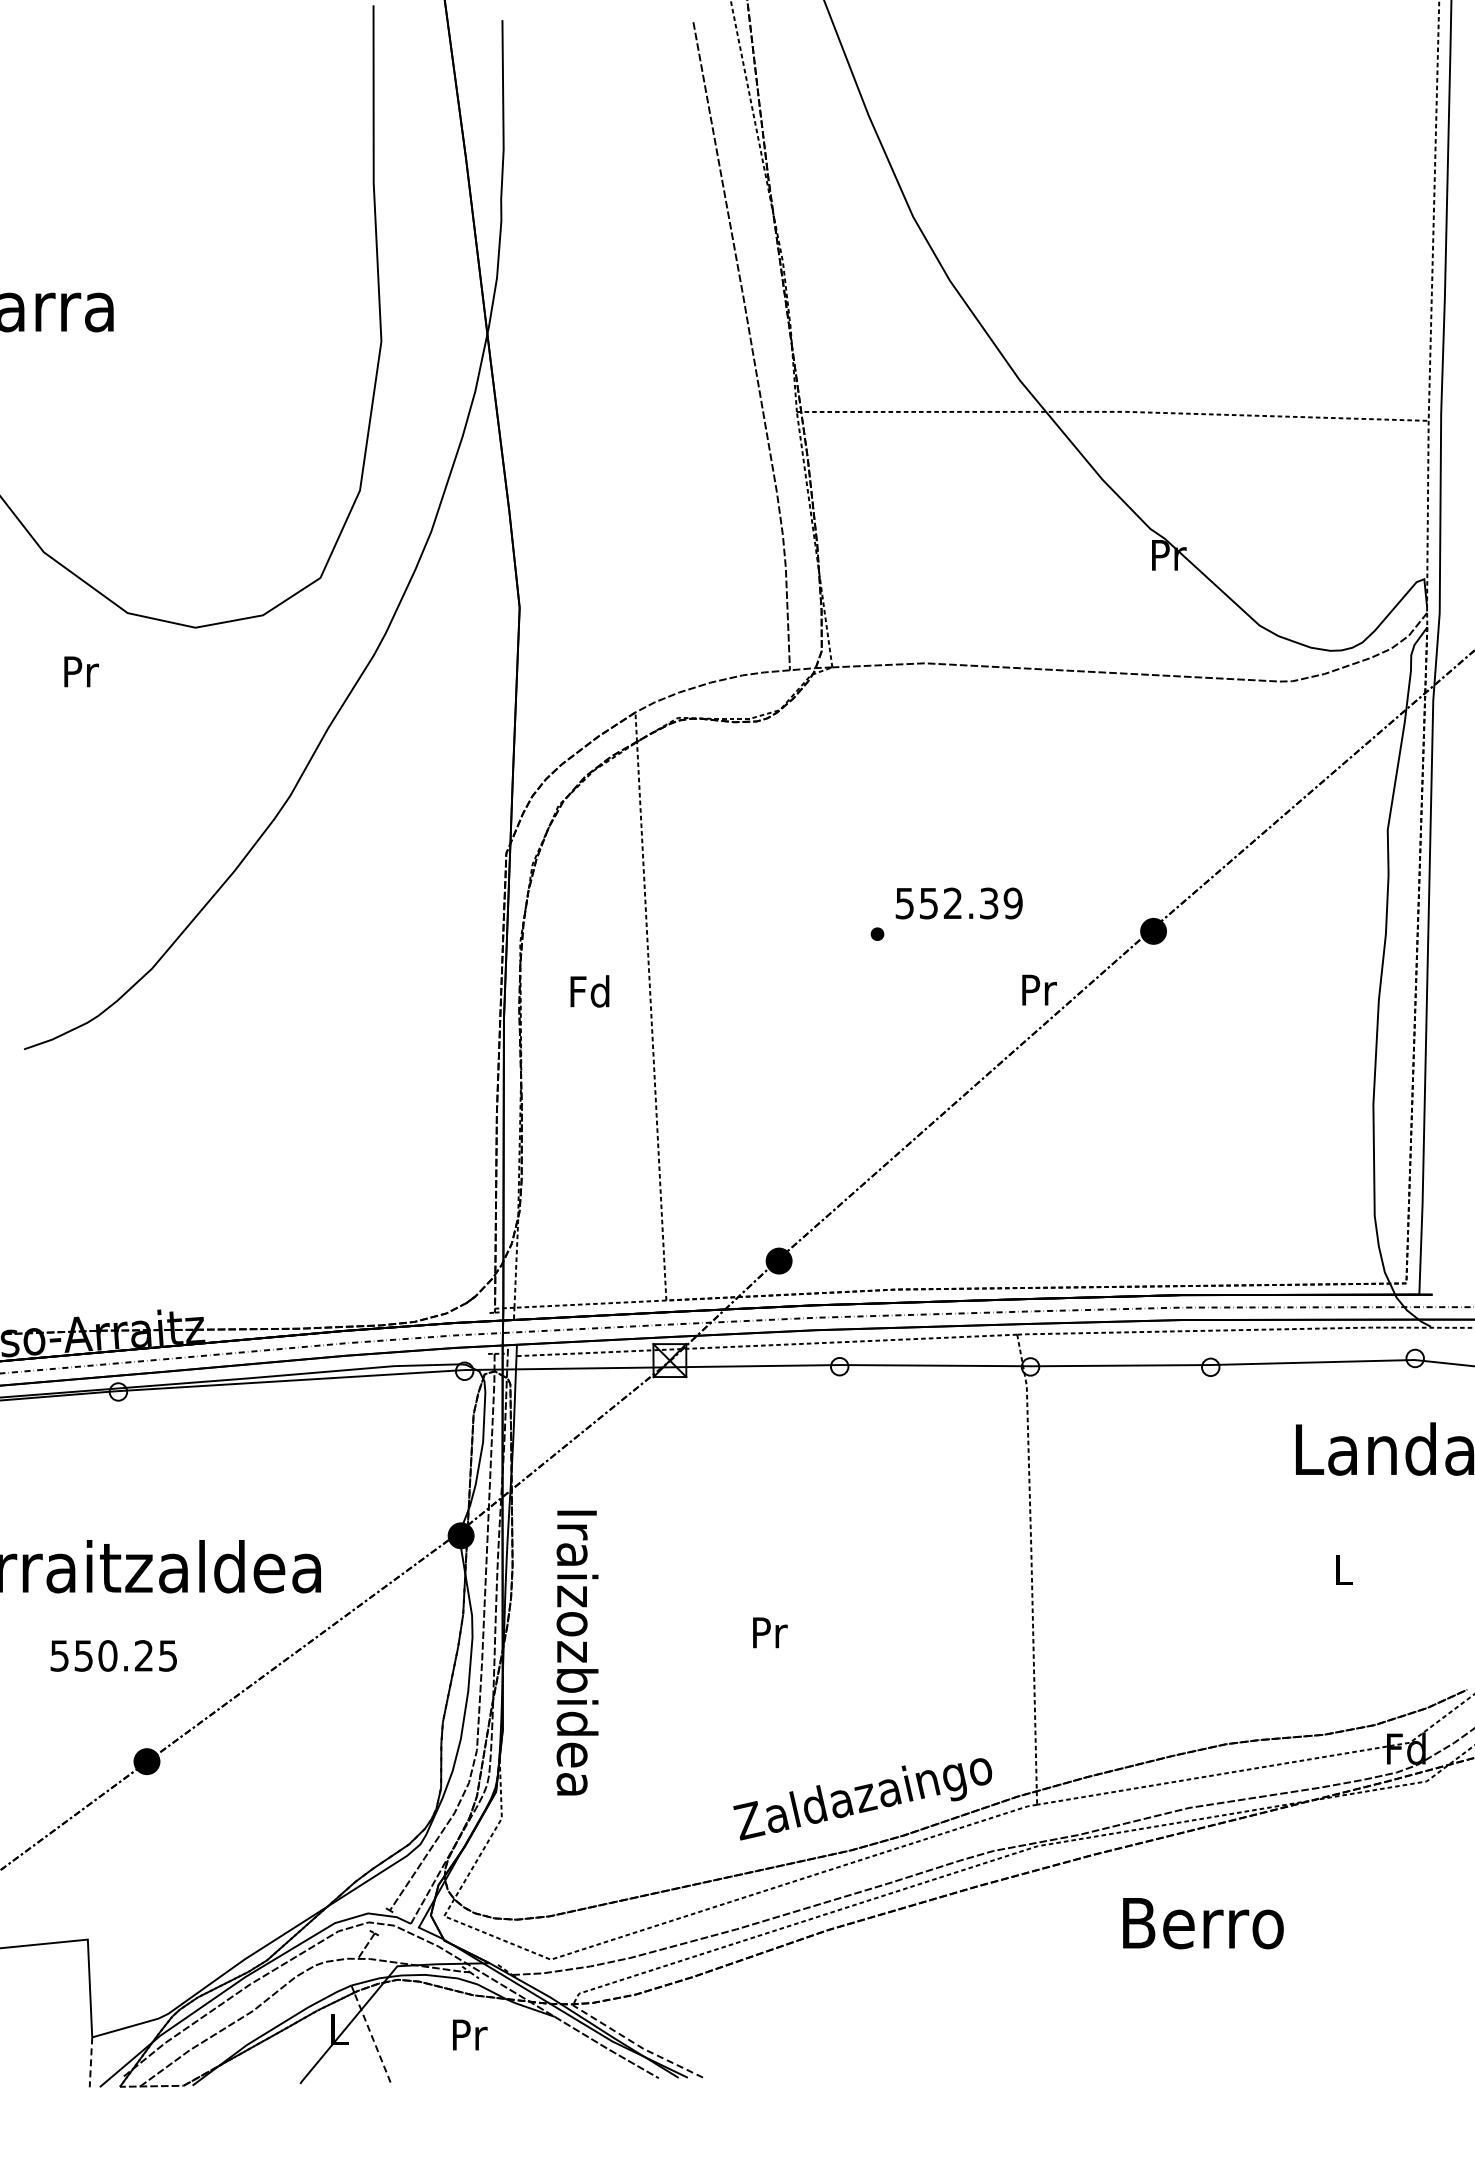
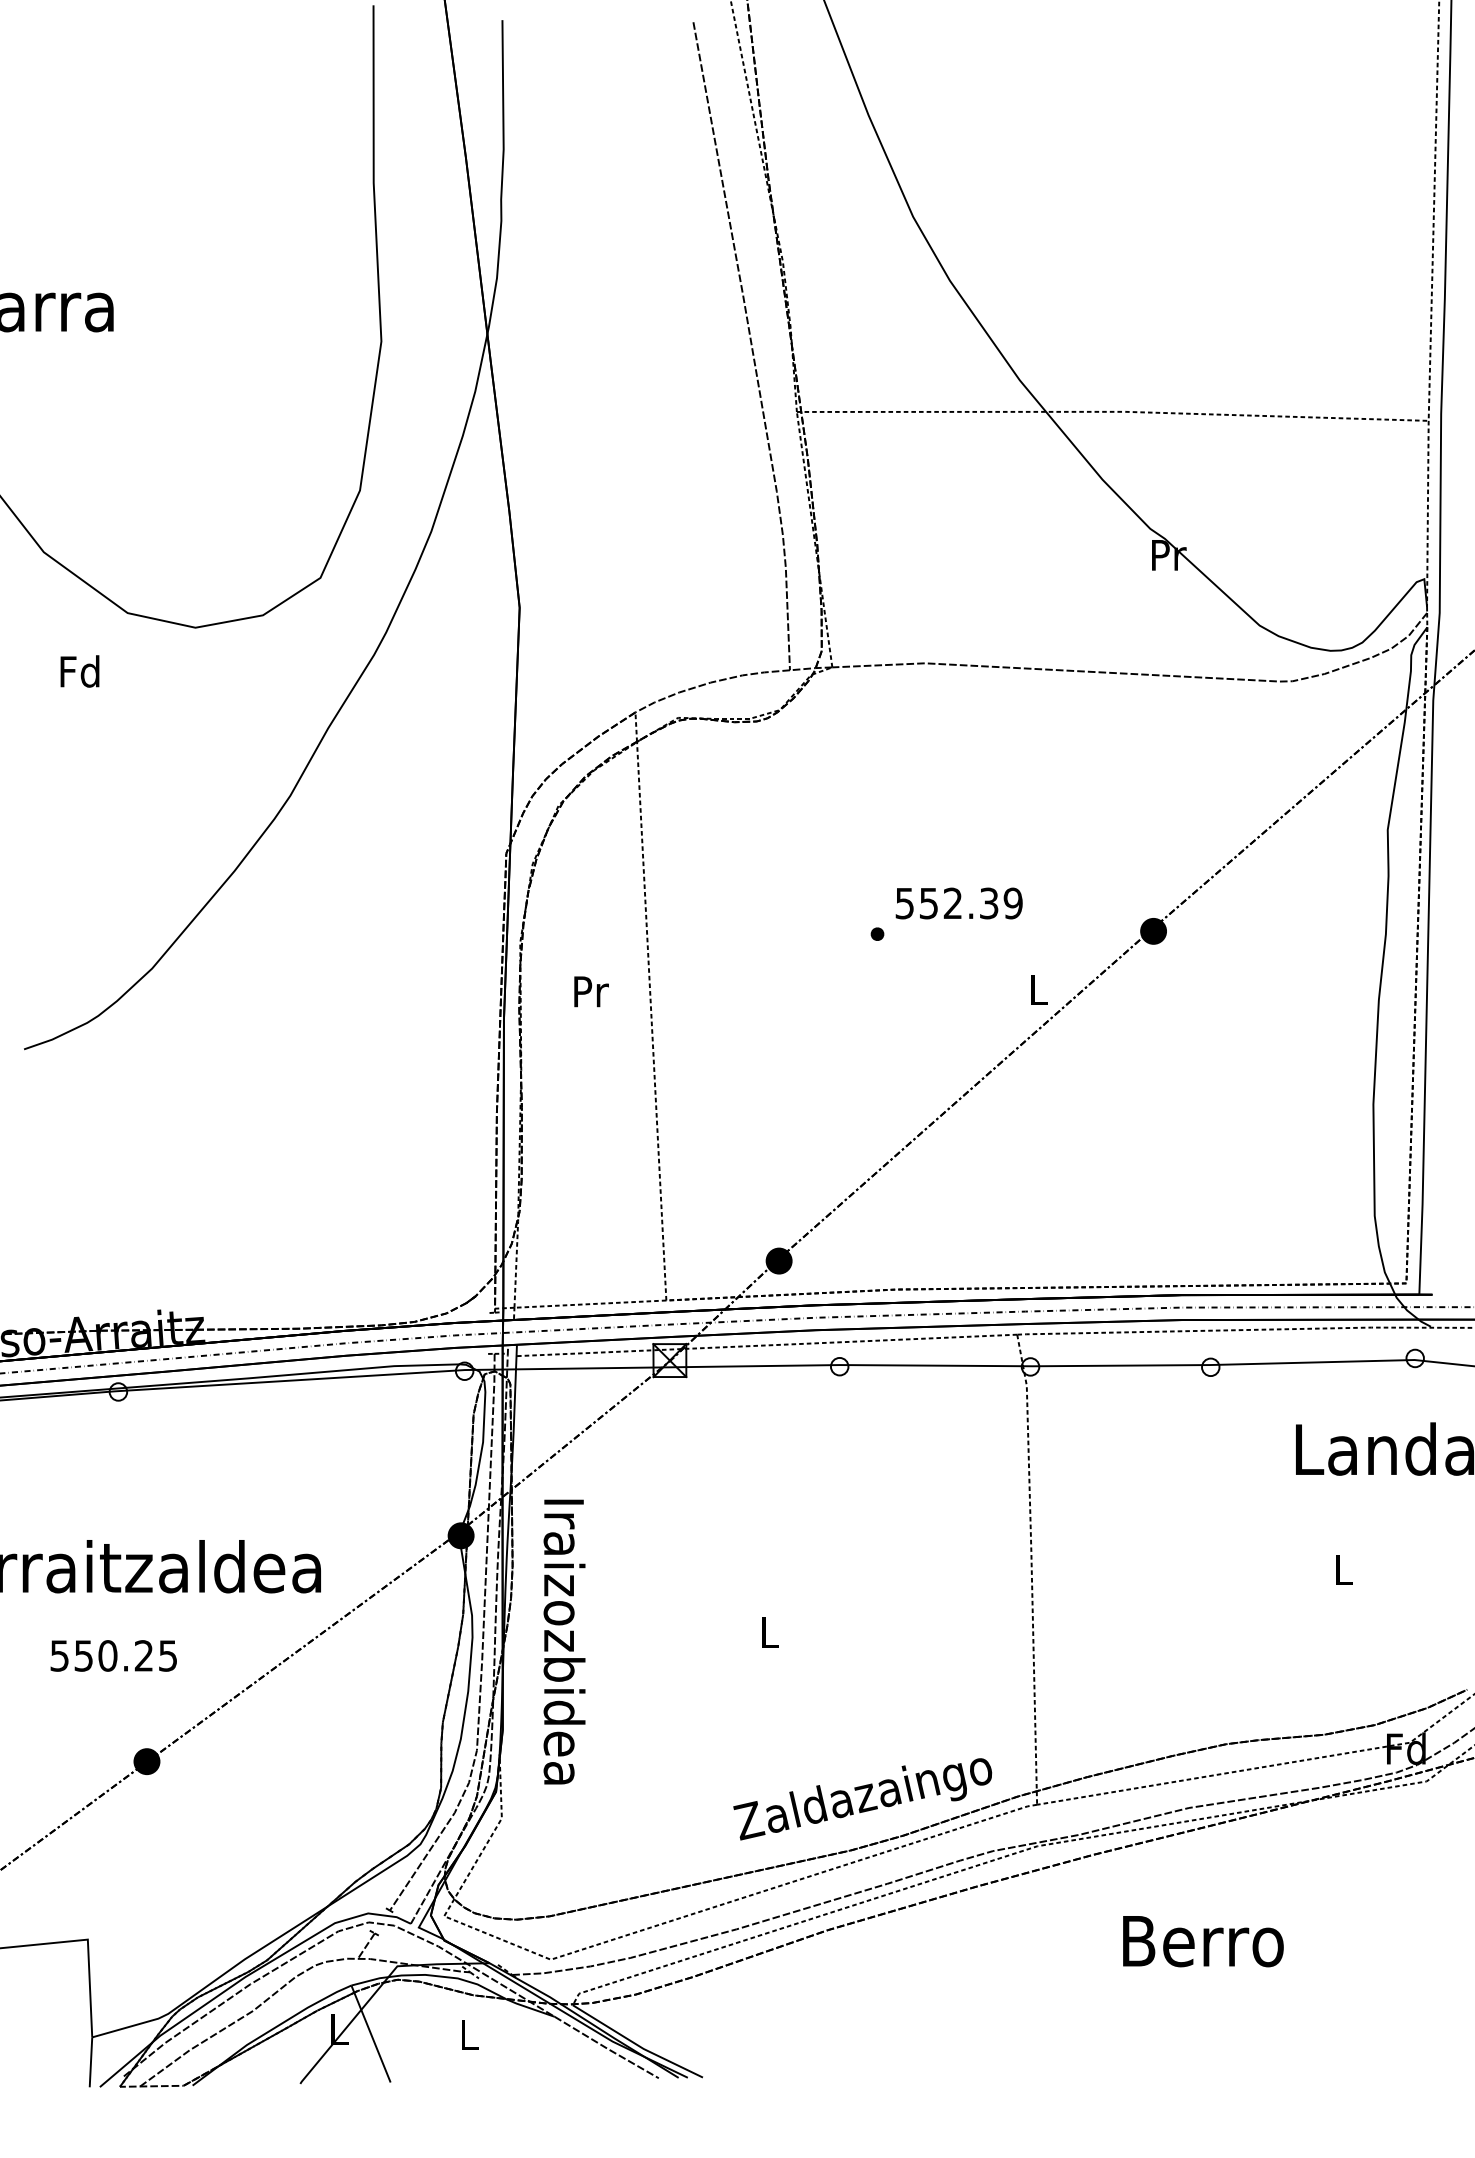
text at (79, 671): Pr -> Fd
text at (1039, 989): Pr -> L
text at (589, 991): Fd -> Pr
text at (770, 1632): Pr -> L
text at (577, 1652) position: (577, 1652) -> (564, 1641)
text at (1203, 1923) position: (1203, 1923) -> (1203, 1941)
text at (470, 2034): Pr -> L
line at (372, 2037): dashed -> solid
line at (636, 2044): dashed -> solid
line at (90, 2062): dashed -> solid
